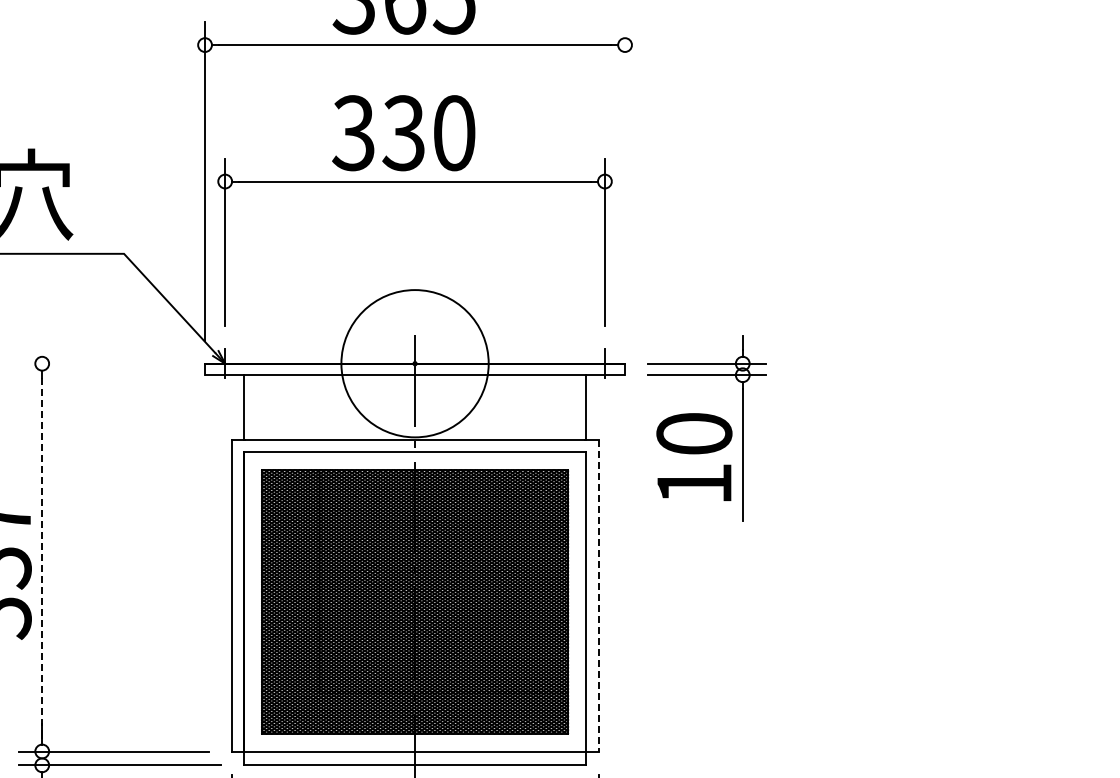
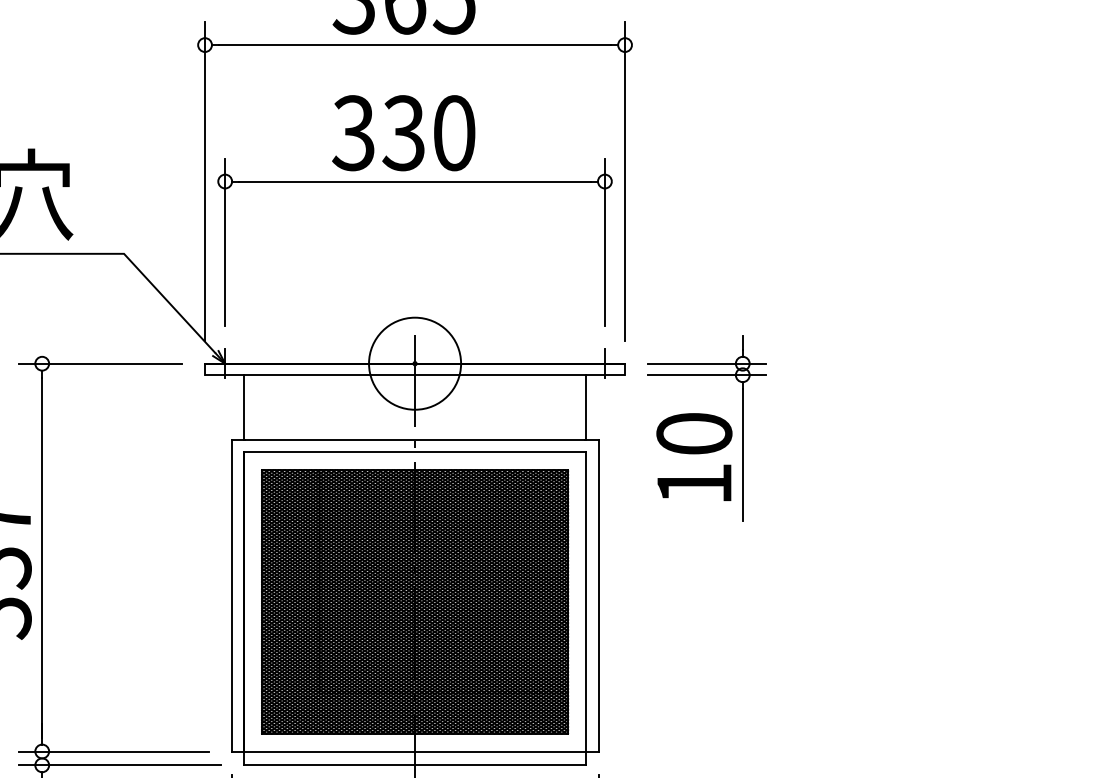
line at (625, 181): none -> present
line at (100, 363): none -> present
circle at (414, 363) diameter: 147 px -> 92 px
line at (42, 558): dashed -> solid
line at (598, 595): dashed -> solid
